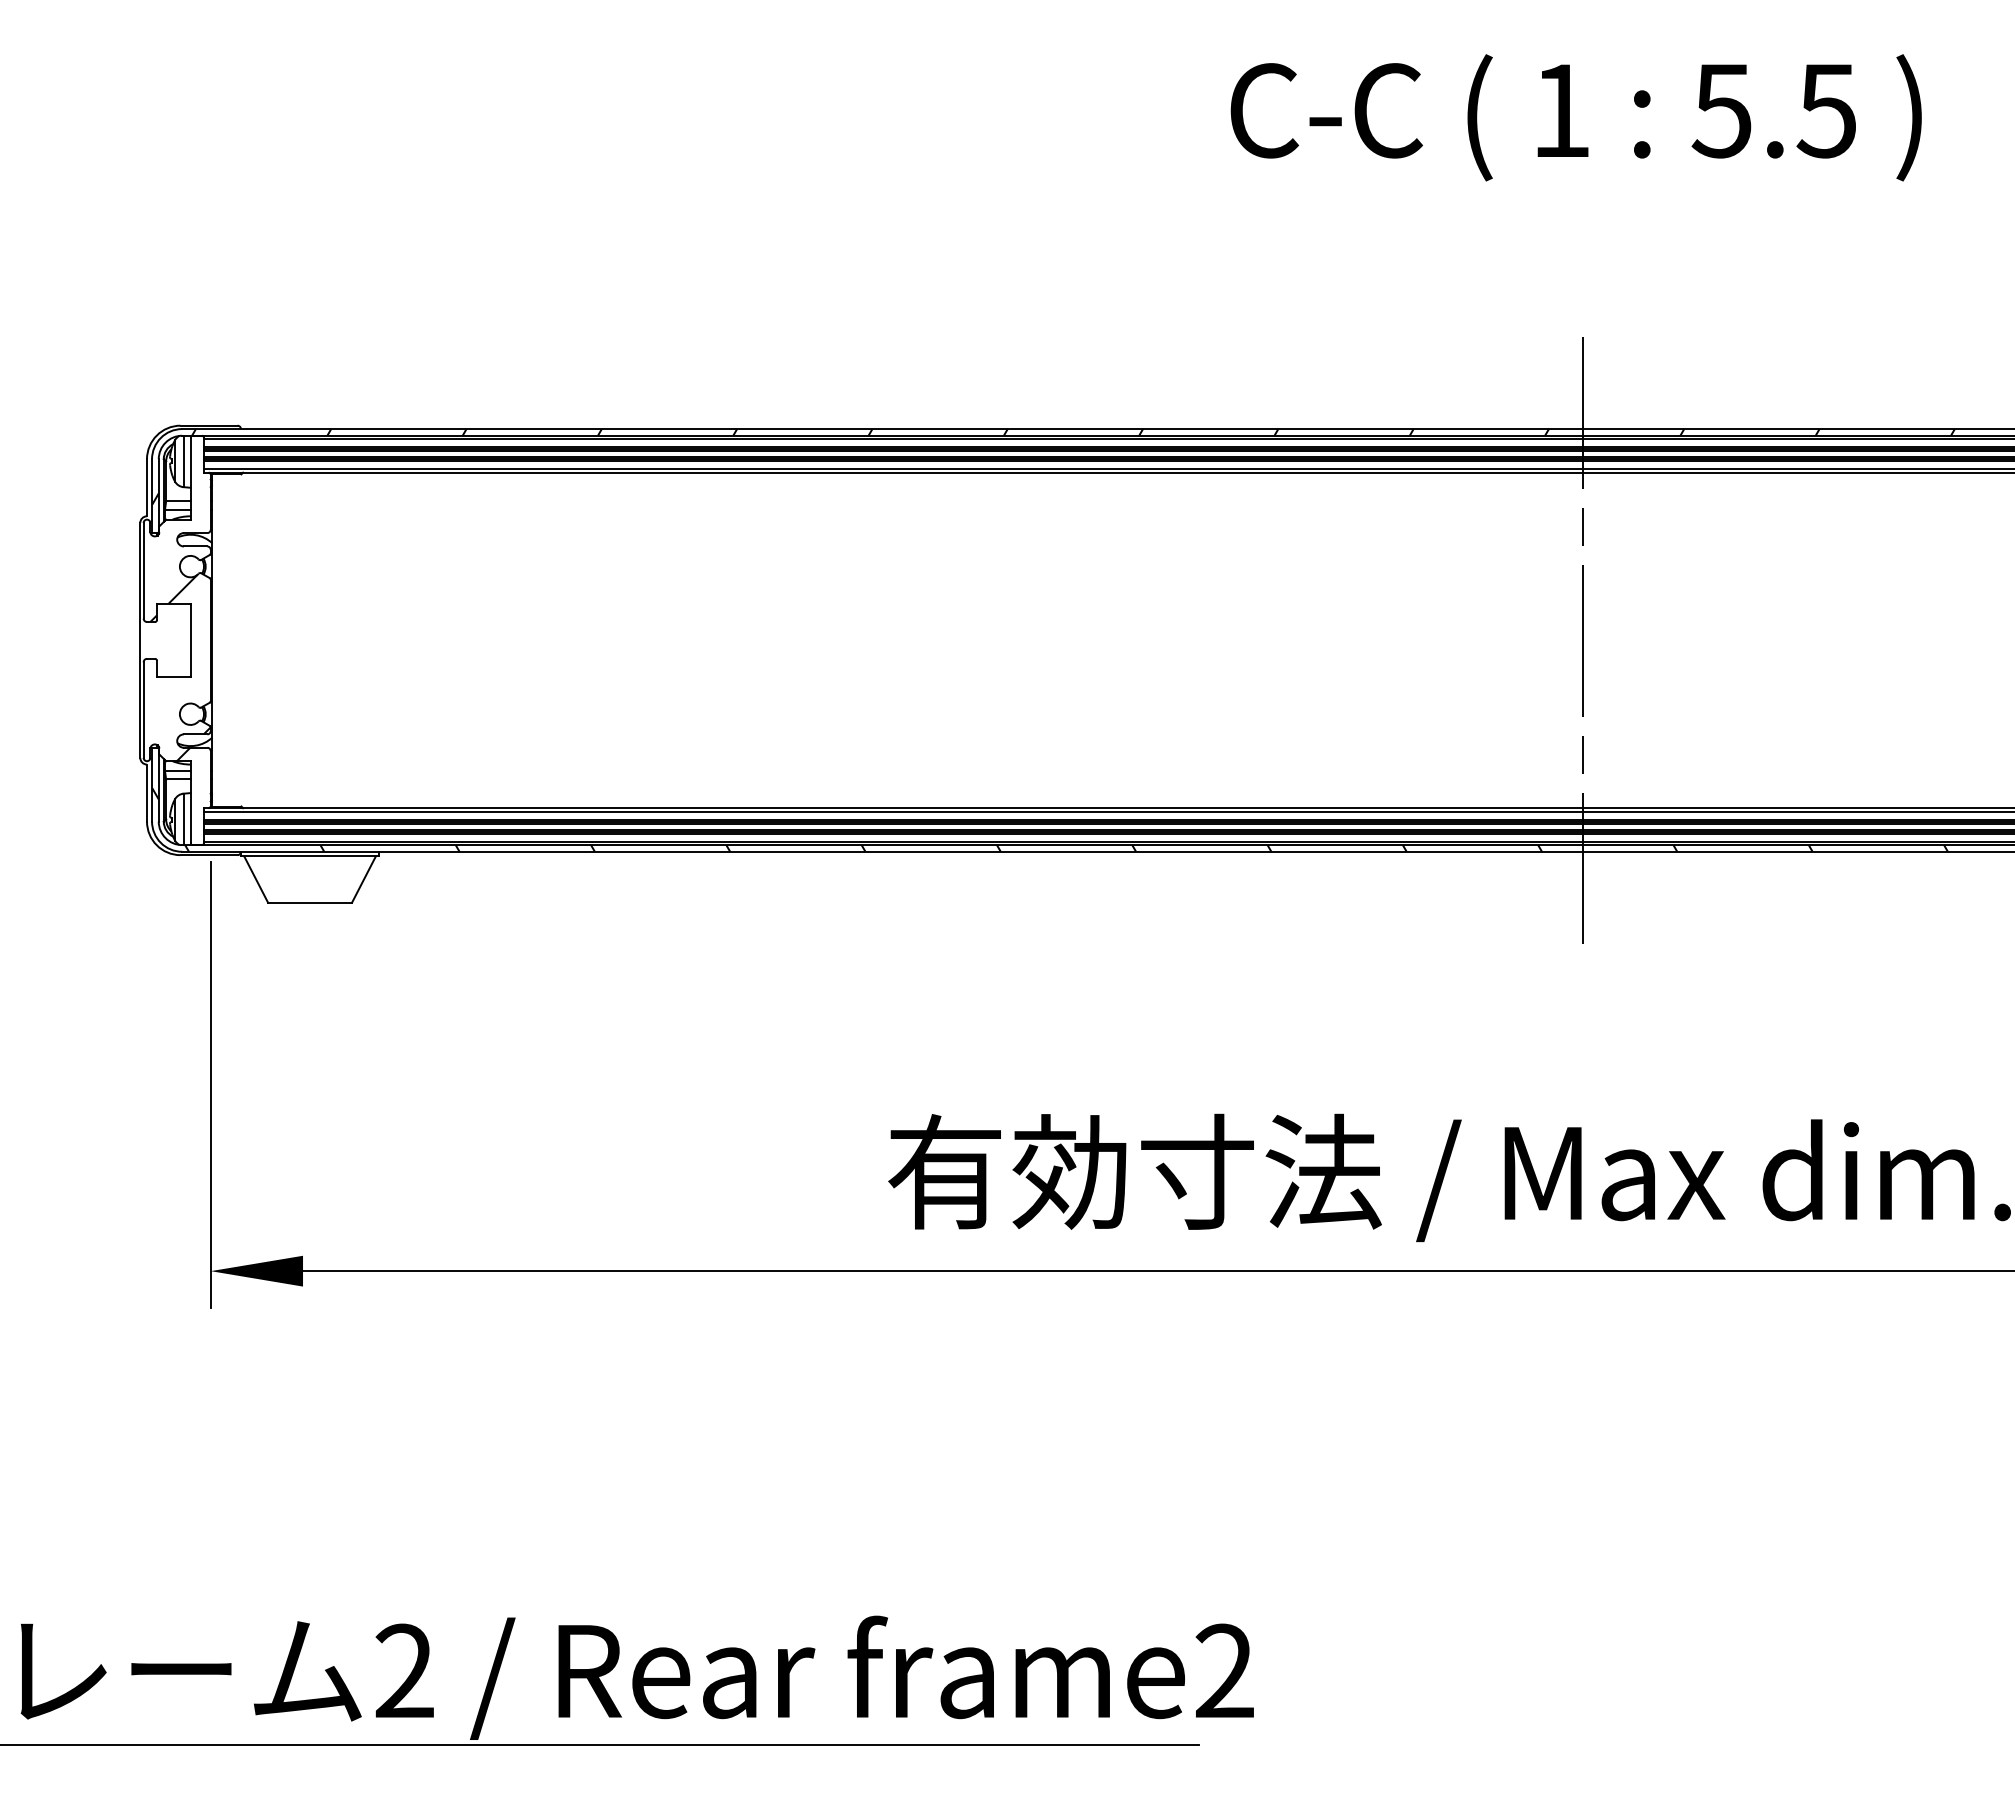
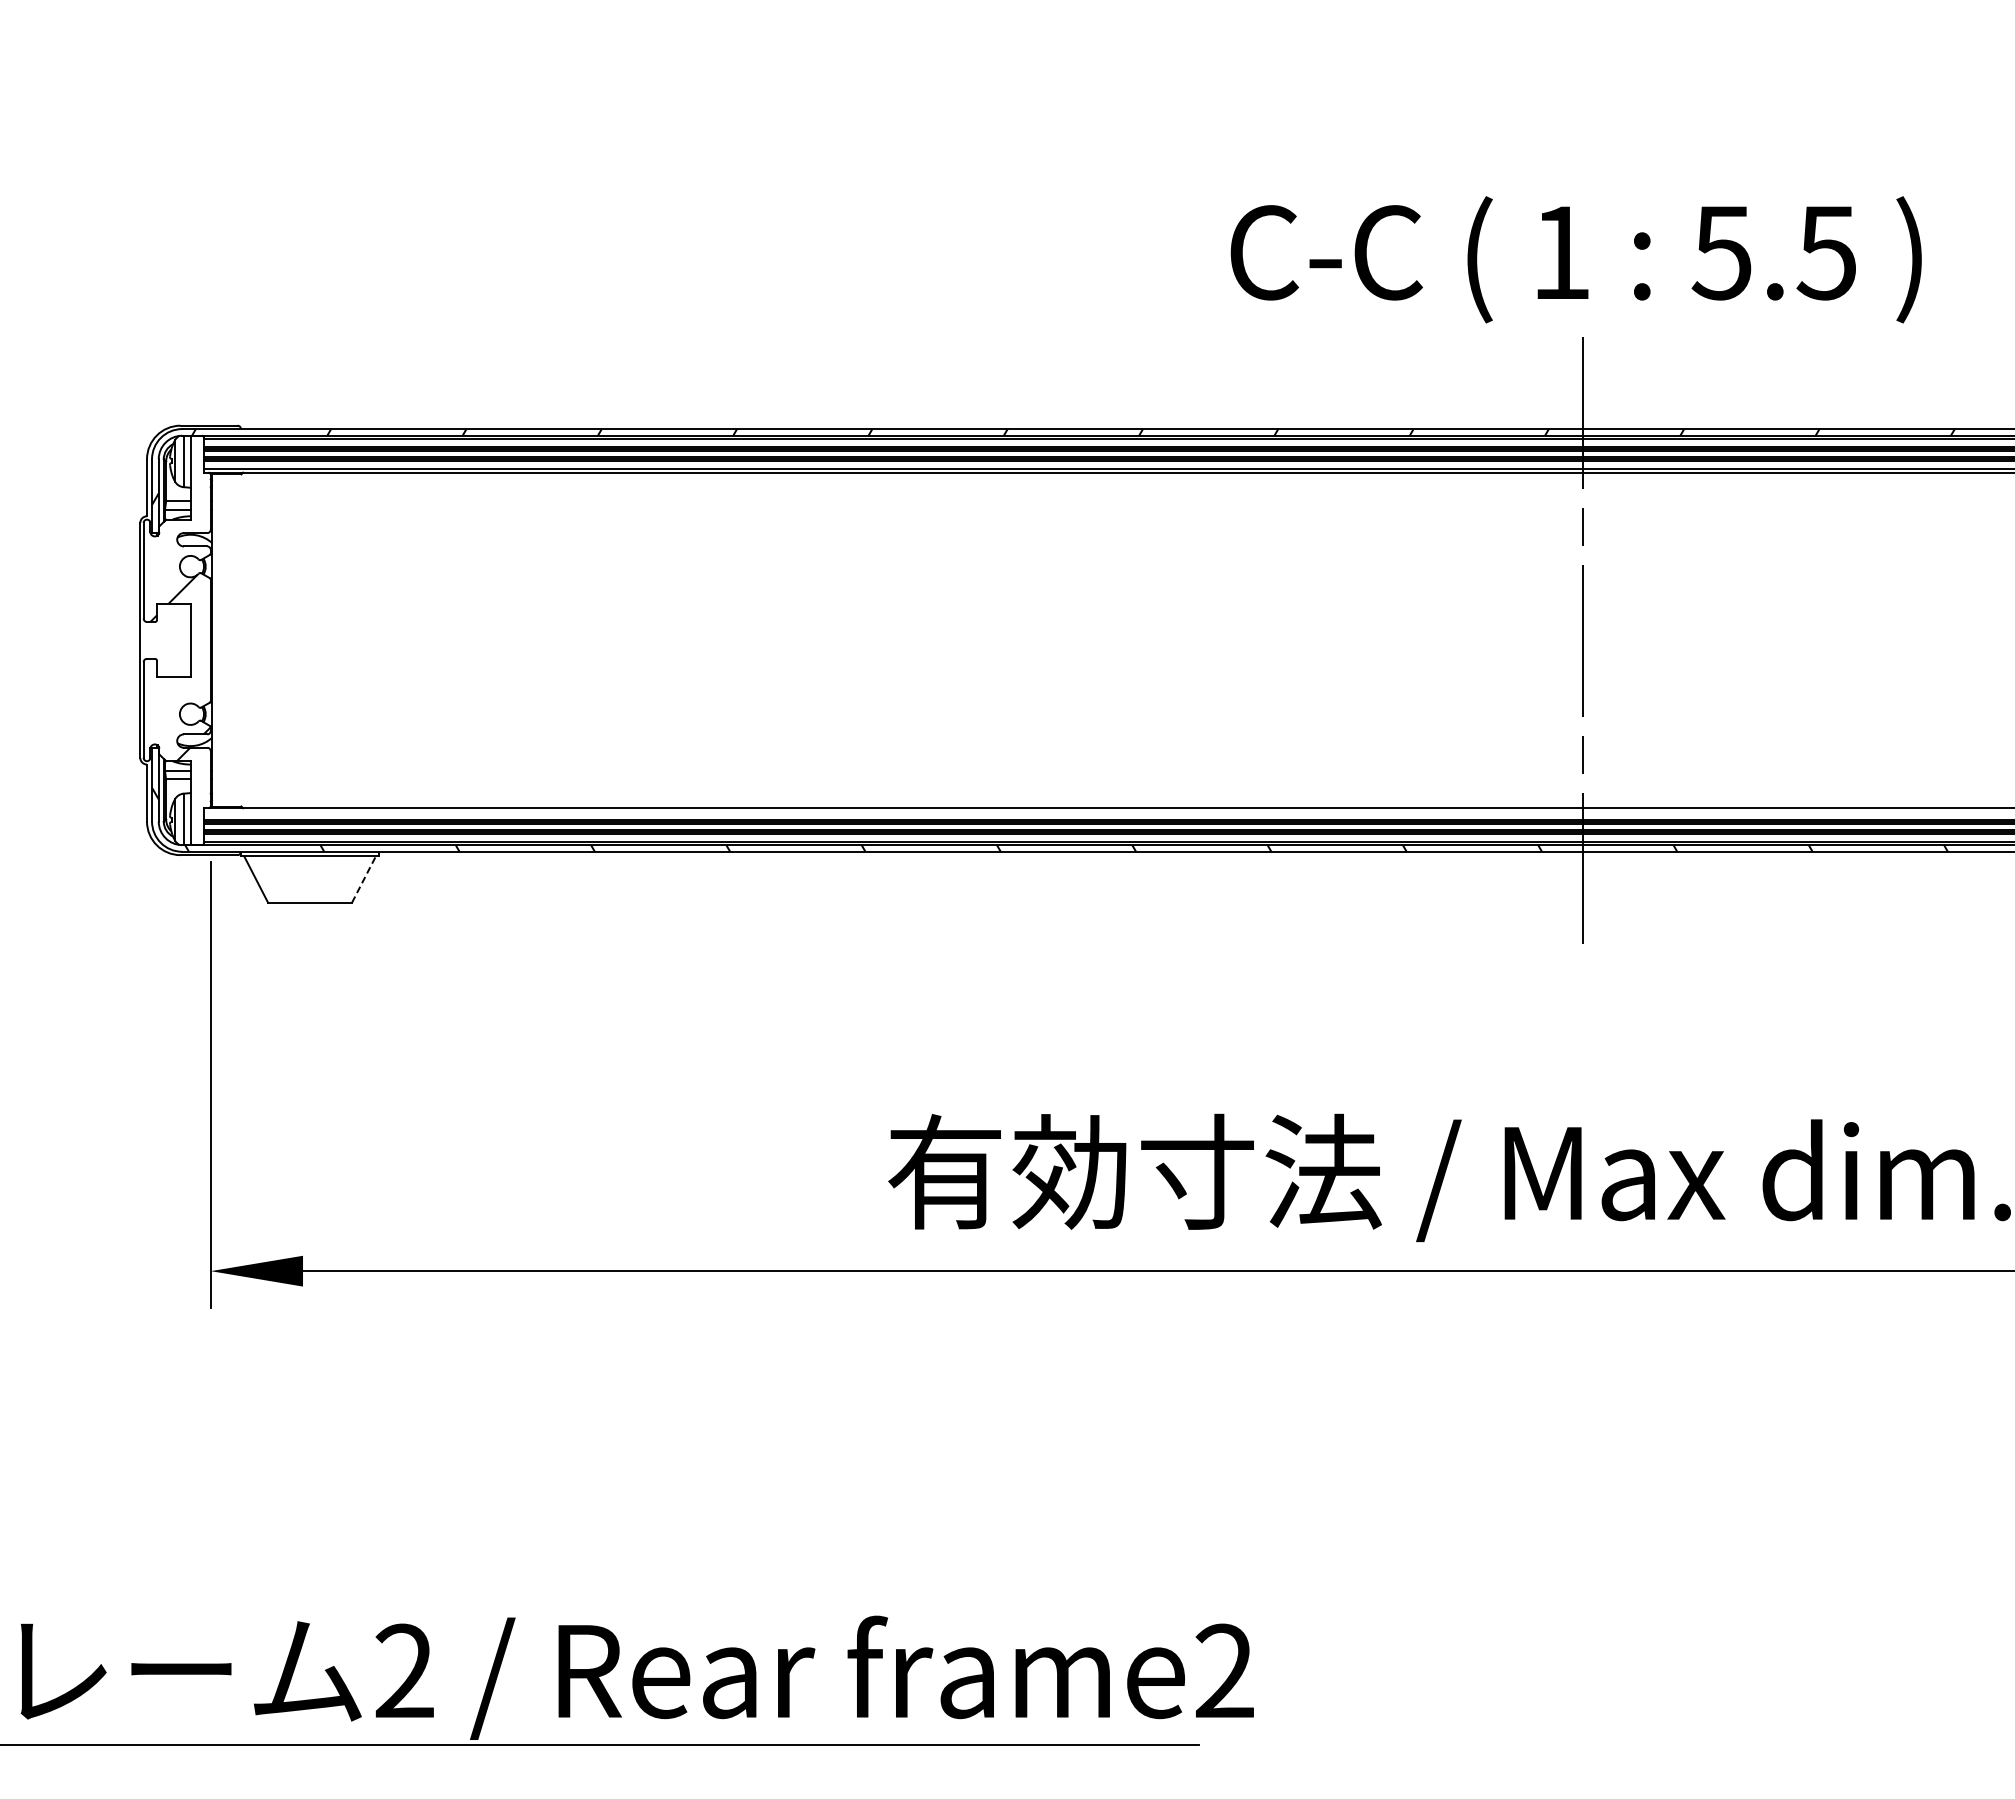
text at (1575, 117) position: (1575, 117) -> (1575, 259)
line at (1107, 811): present -> none
line at (364, 879): solid -> dashed
